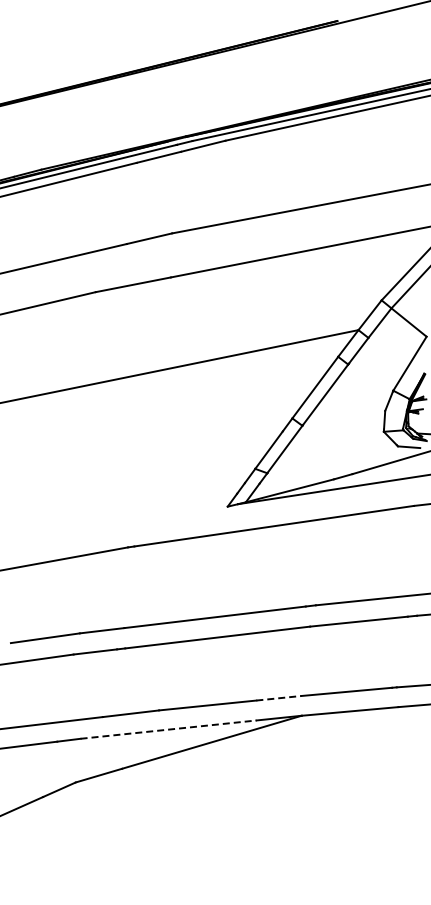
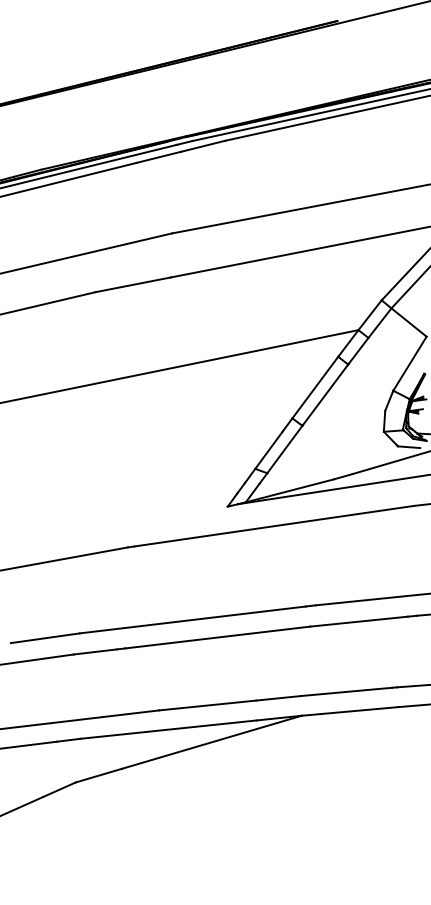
line at (278, 698): dashed -> solid
line at (169, 729): dashed -> solid
